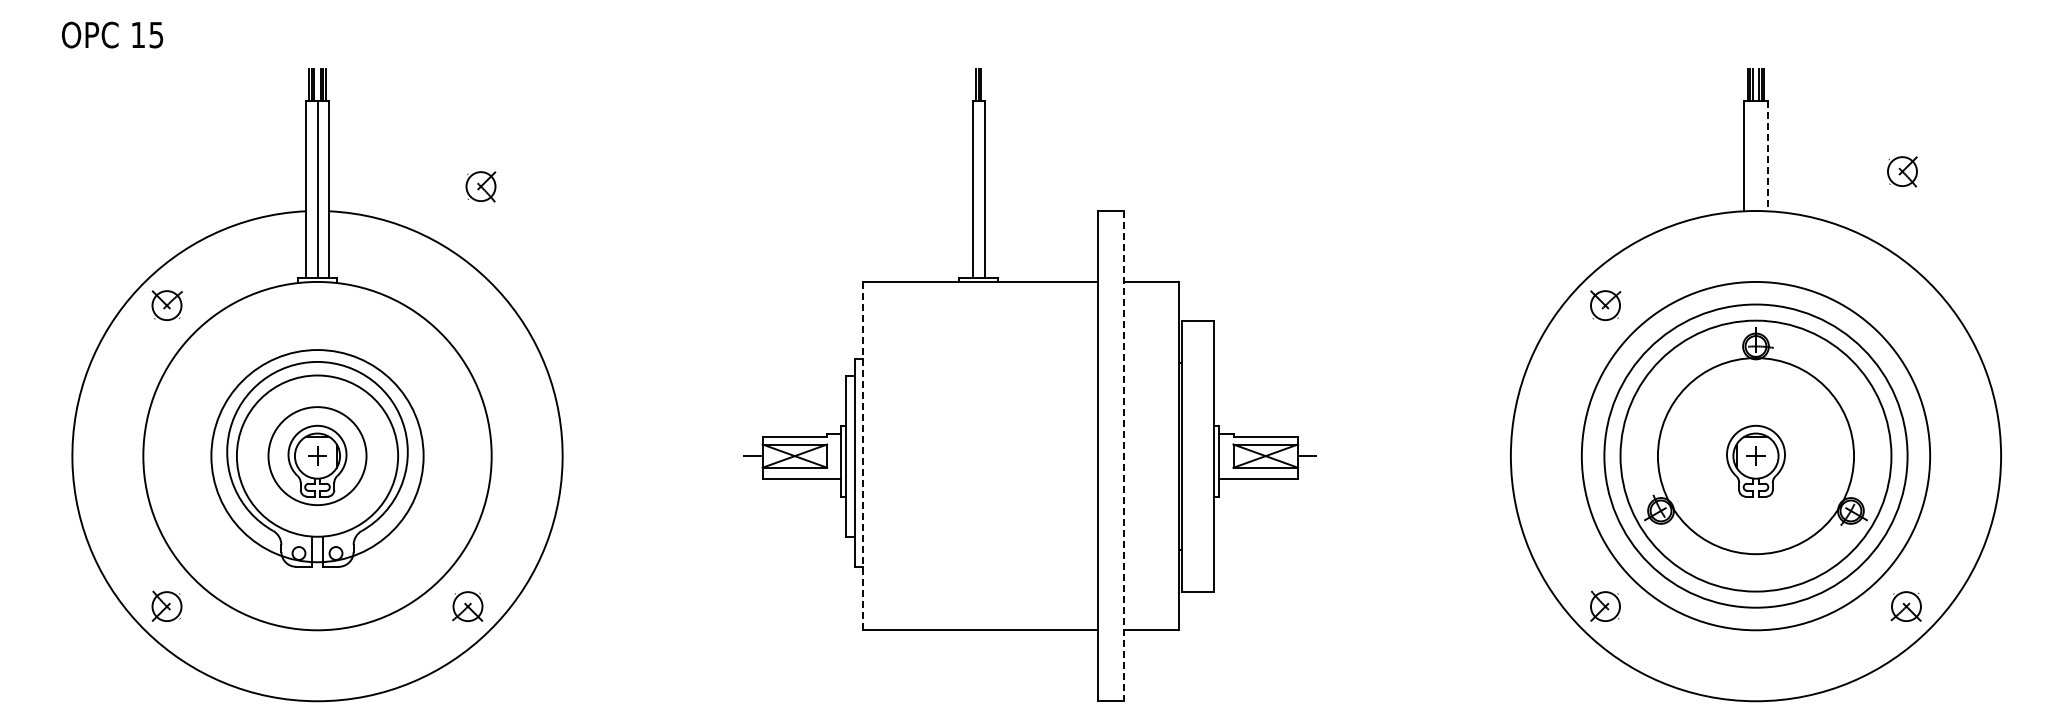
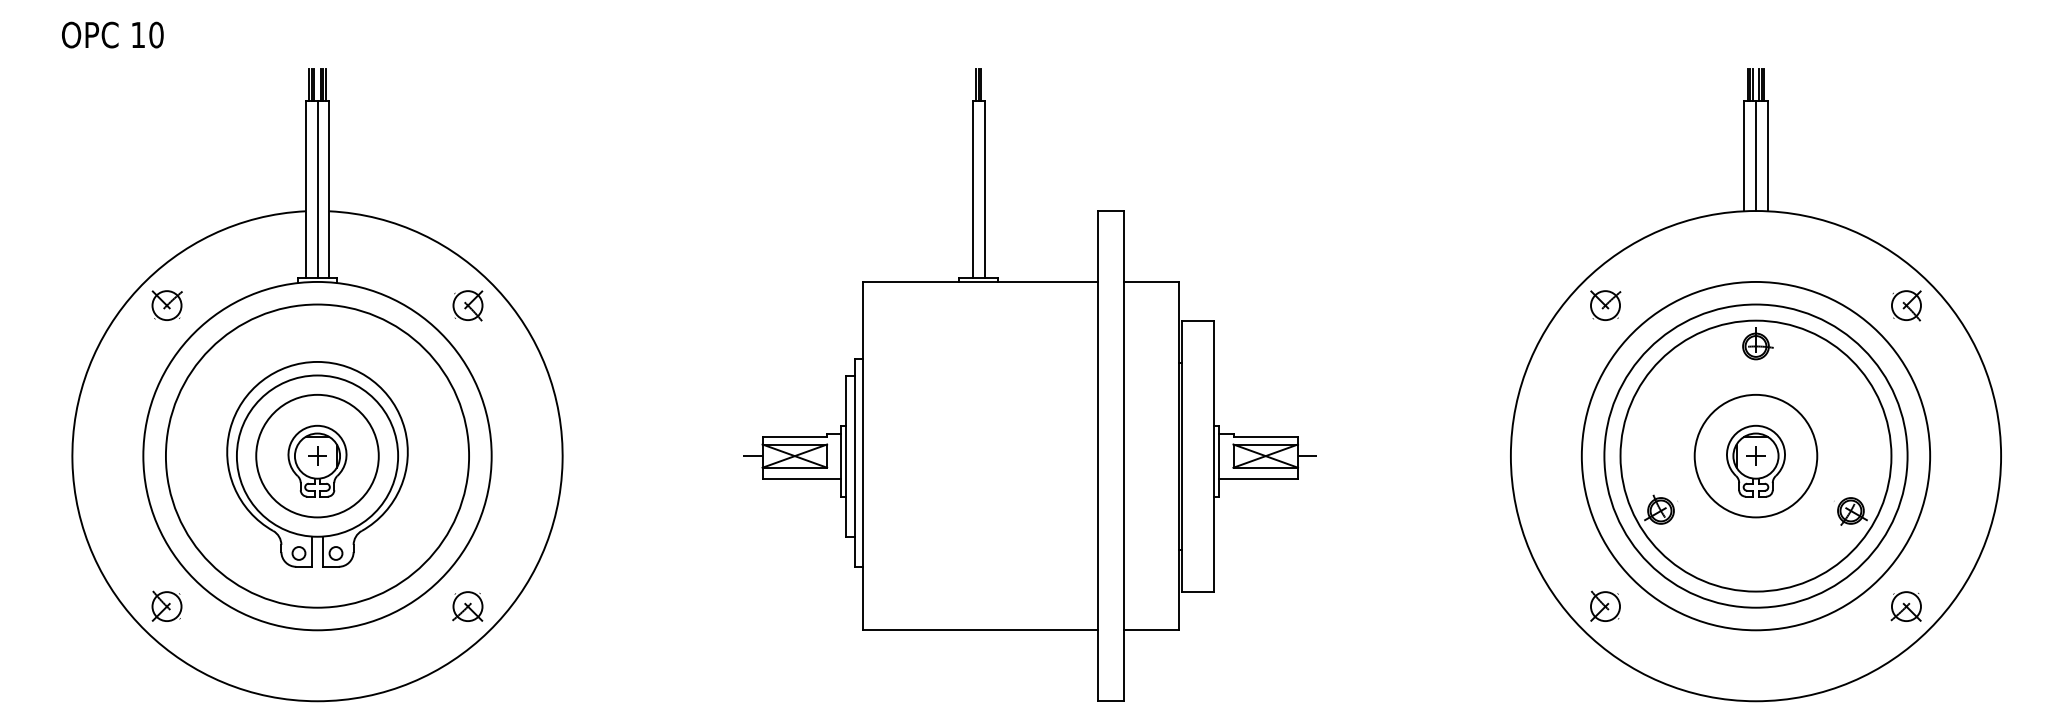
text at (156, 34): 15 -> 10
line at (1755, 156): none -> present
line at (1767, 156): dashed -> solid
part at (1902, 171) position: (1902, 171) -> (1906, 305)
part at (480, 186) position: (480, 186) -> (467, 305)
circle at (317, 456) diameter: 212 px -> 303 px
circle at (317, 456) diameter: 98 px -> 123 px
line at (862, 456): dashed -> solid
line at (1123, 456): dashed -> solid
circle at (1755, 456) diameter: 196 px -> 123 px
